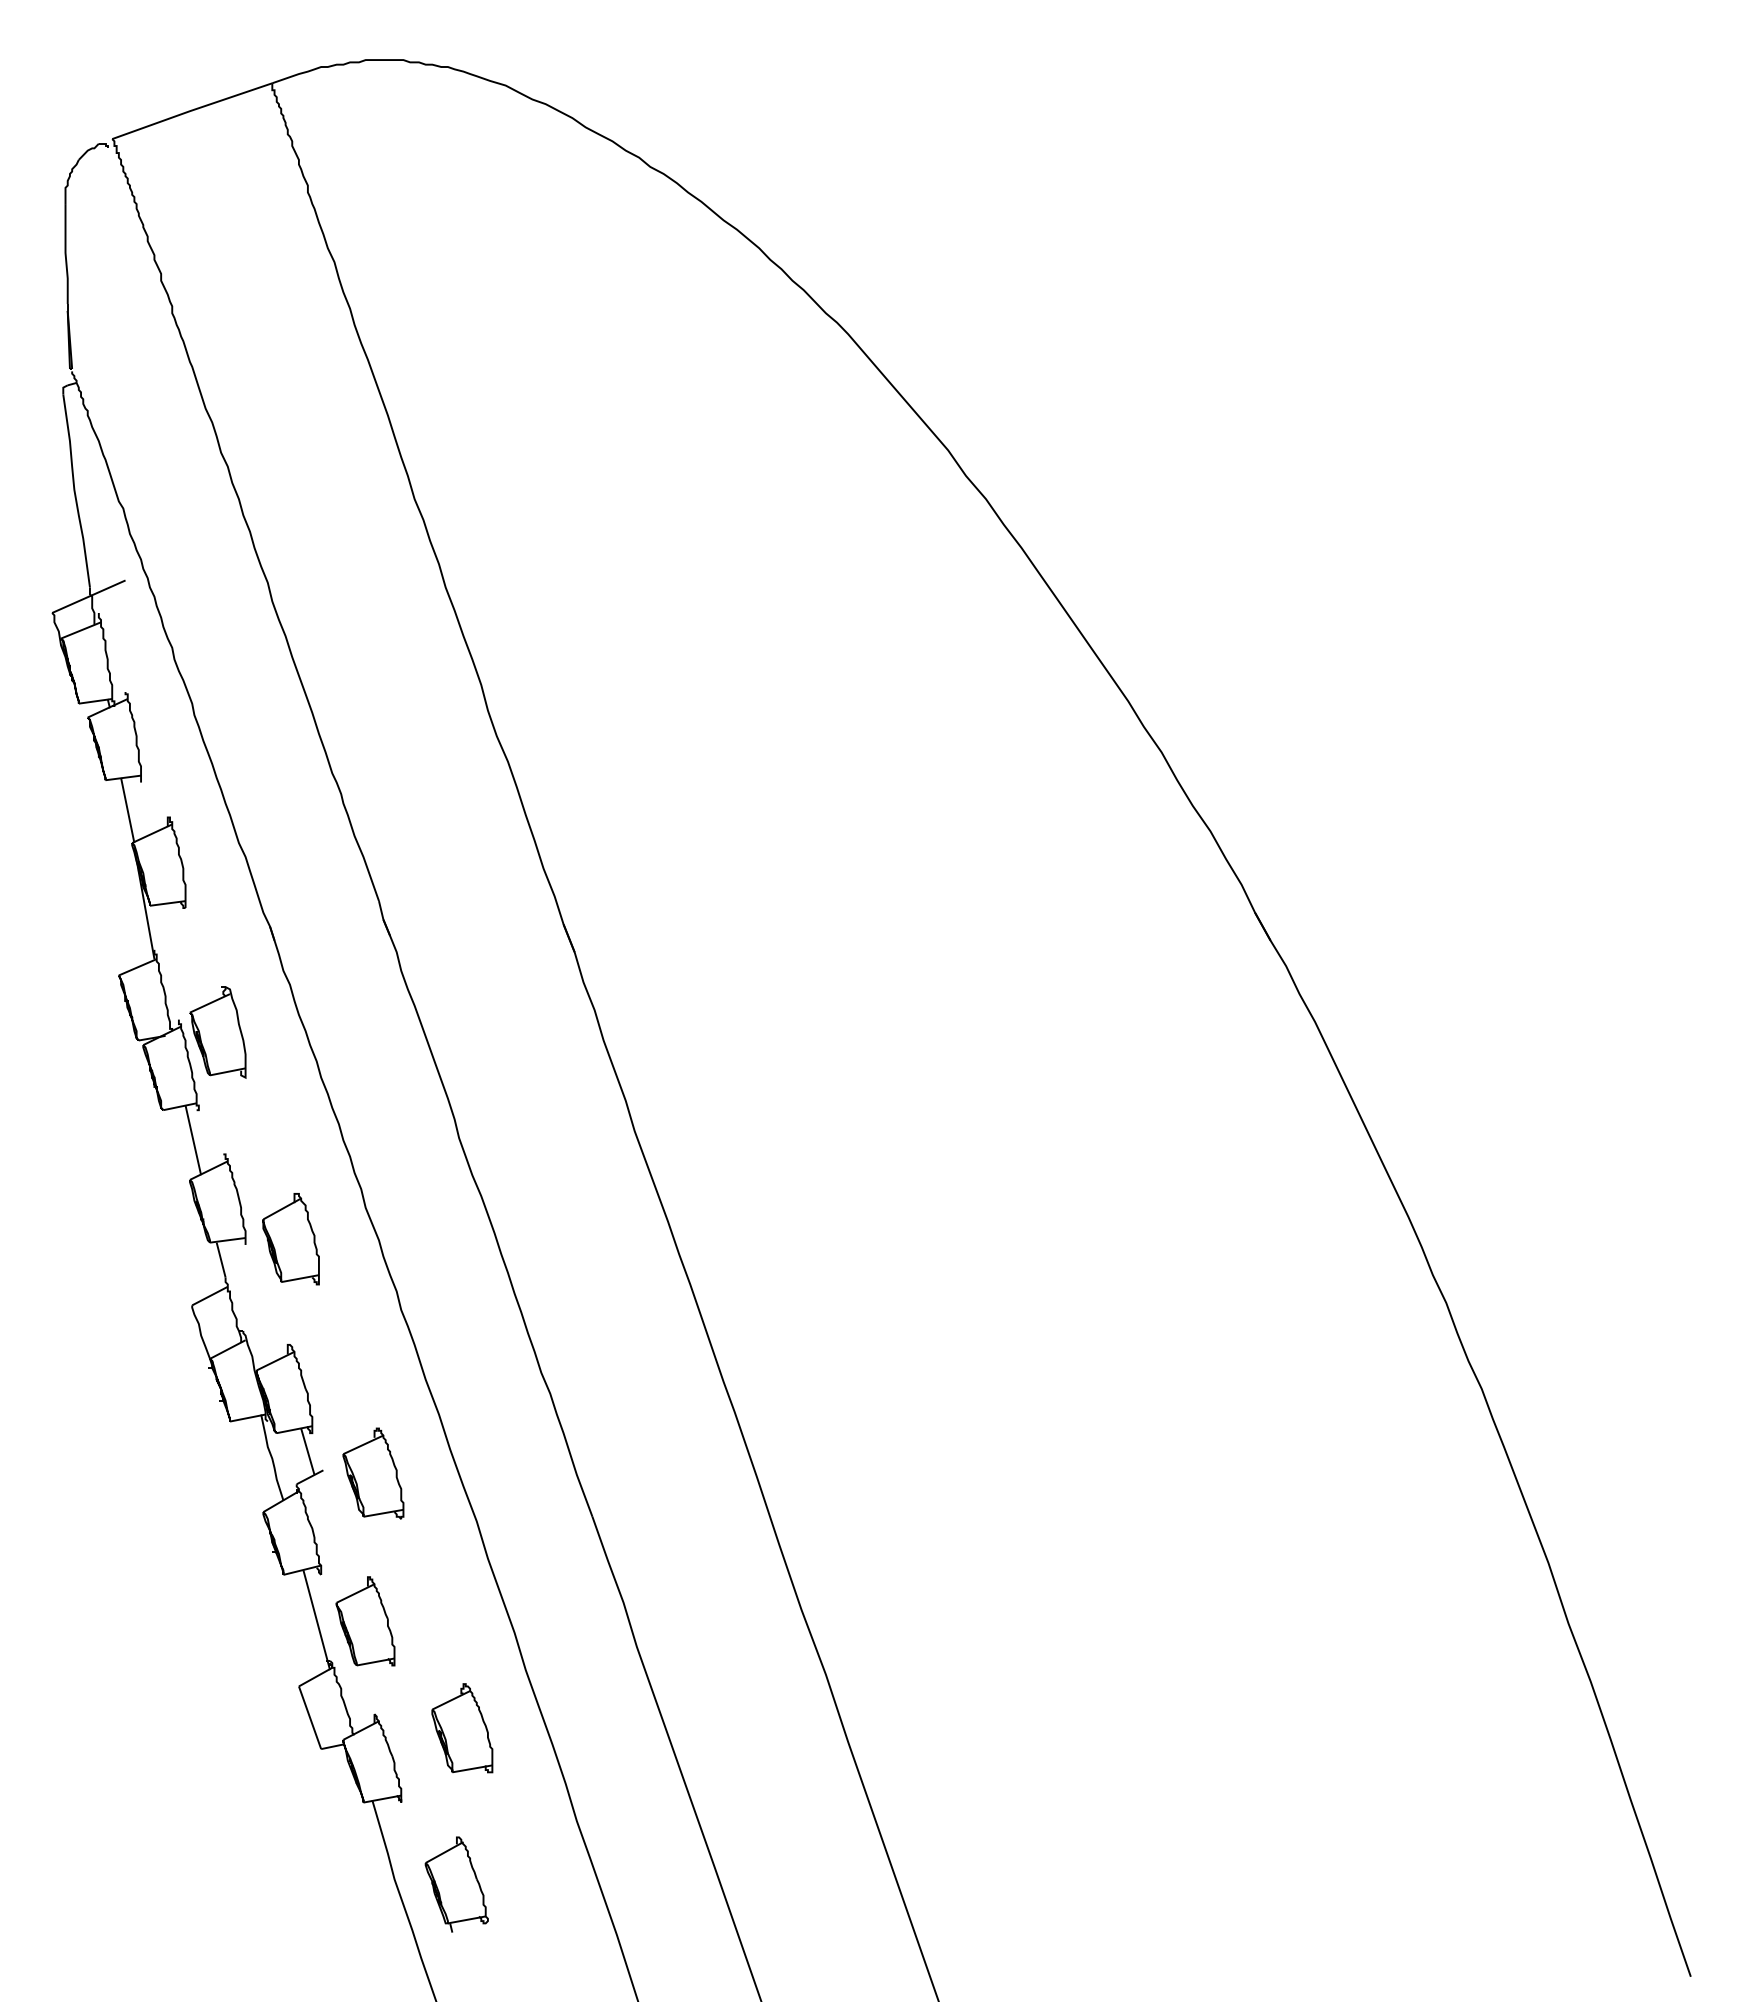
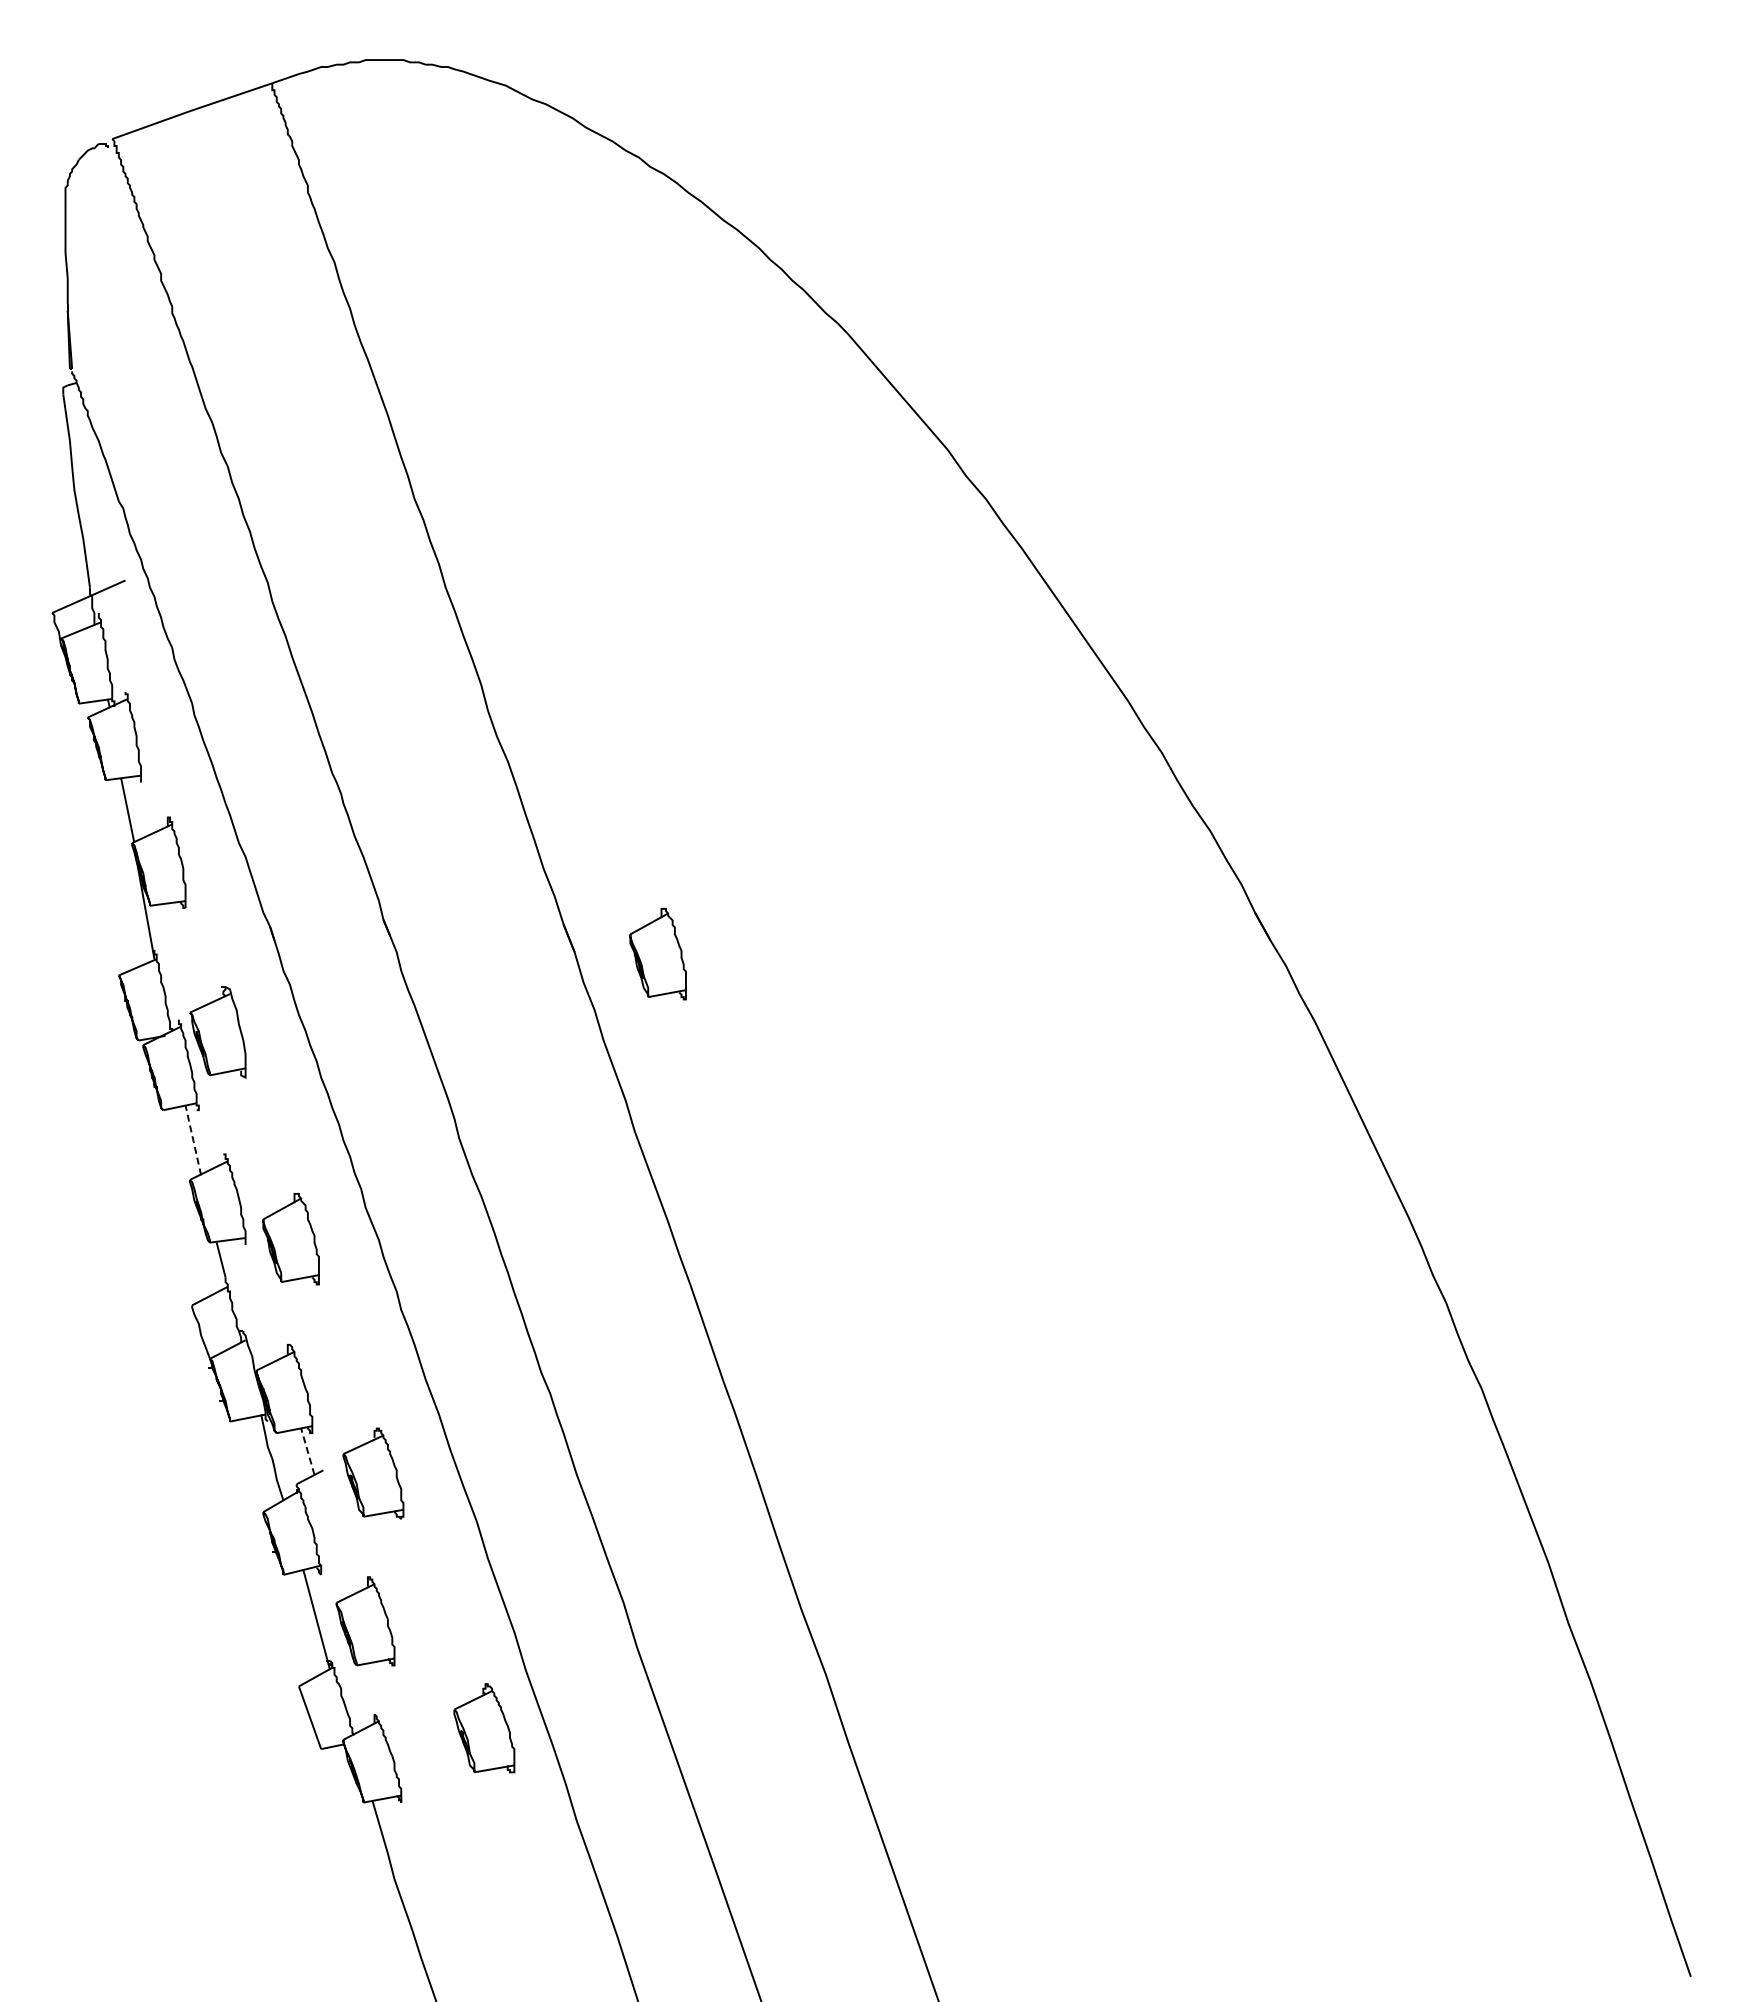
part at (657, 954): none -> present
line at (193, 1140): solid -> dashed
line at (307, 1451): solid -> dashed
part at (462, 1728) position: (462, 1728) -> (484, 1728)
part at (456, 1884): present -> none
